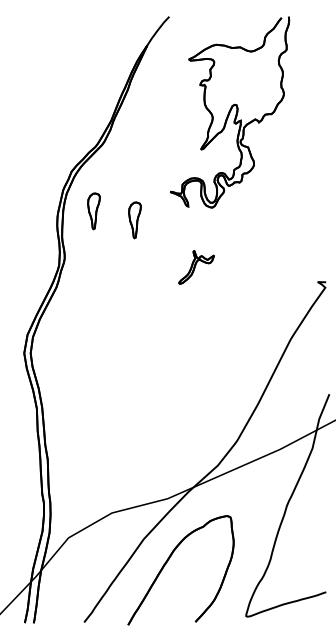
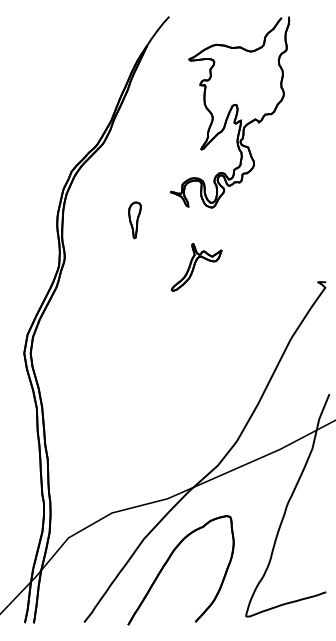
part at (93, 211): present -> none
part at (196, 267) size: 37x35 px -> 53x49 px
